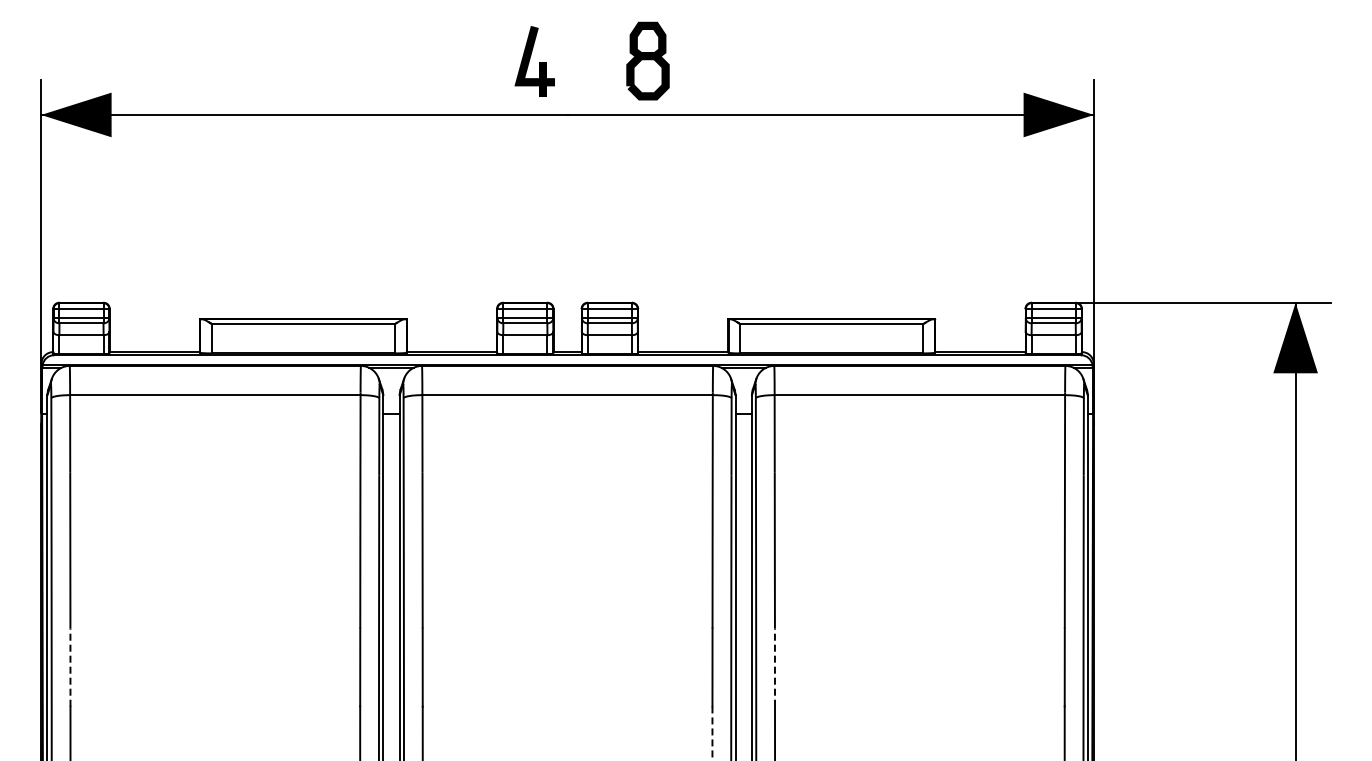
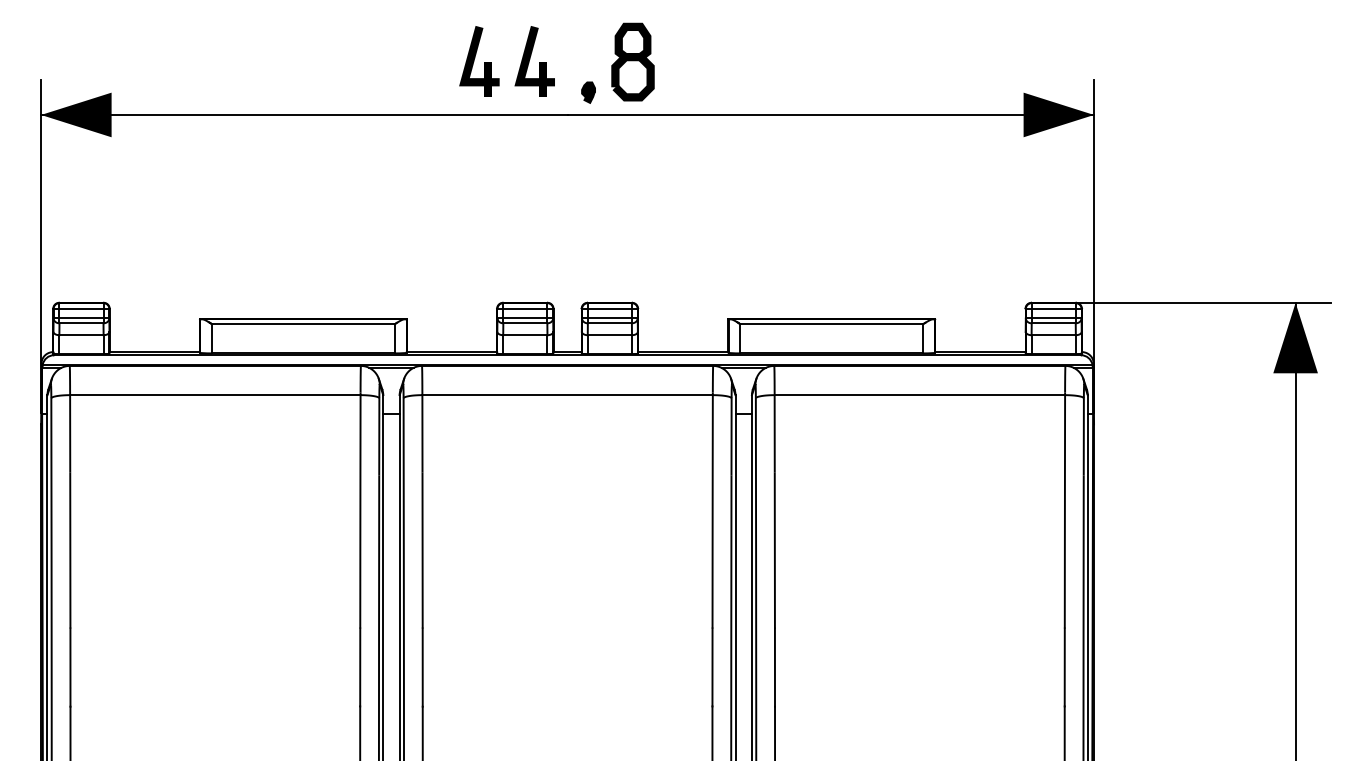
part at (647, 60) position: (647, 60) -> (632, 61)
part at (479, 61): none -> present
part at (588, 92): none -> present
line at (70, 667): dashed -> solid
line at (774, 667): dashed -> solid
line at (712, 734): dashed -> solid
